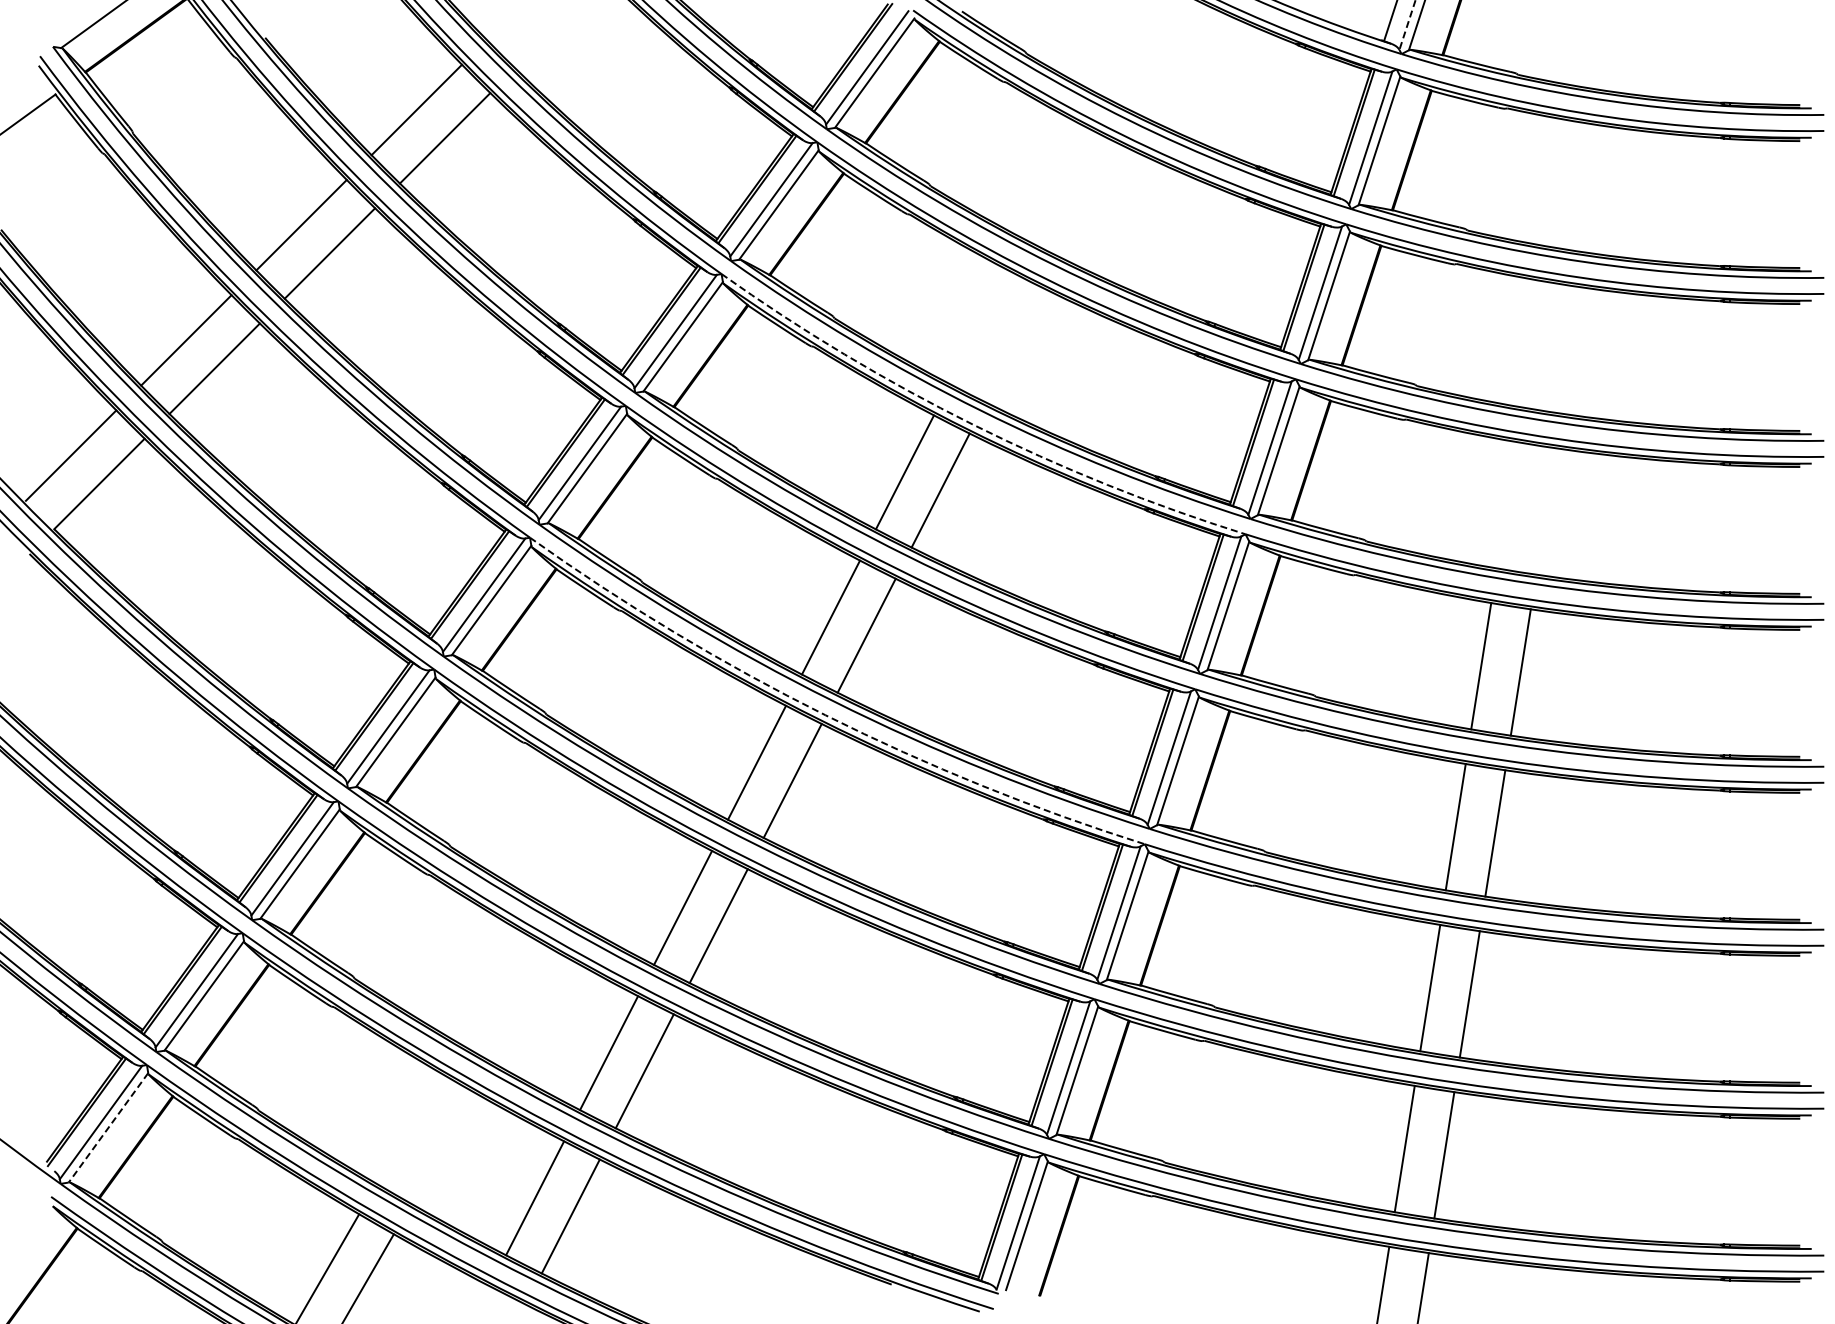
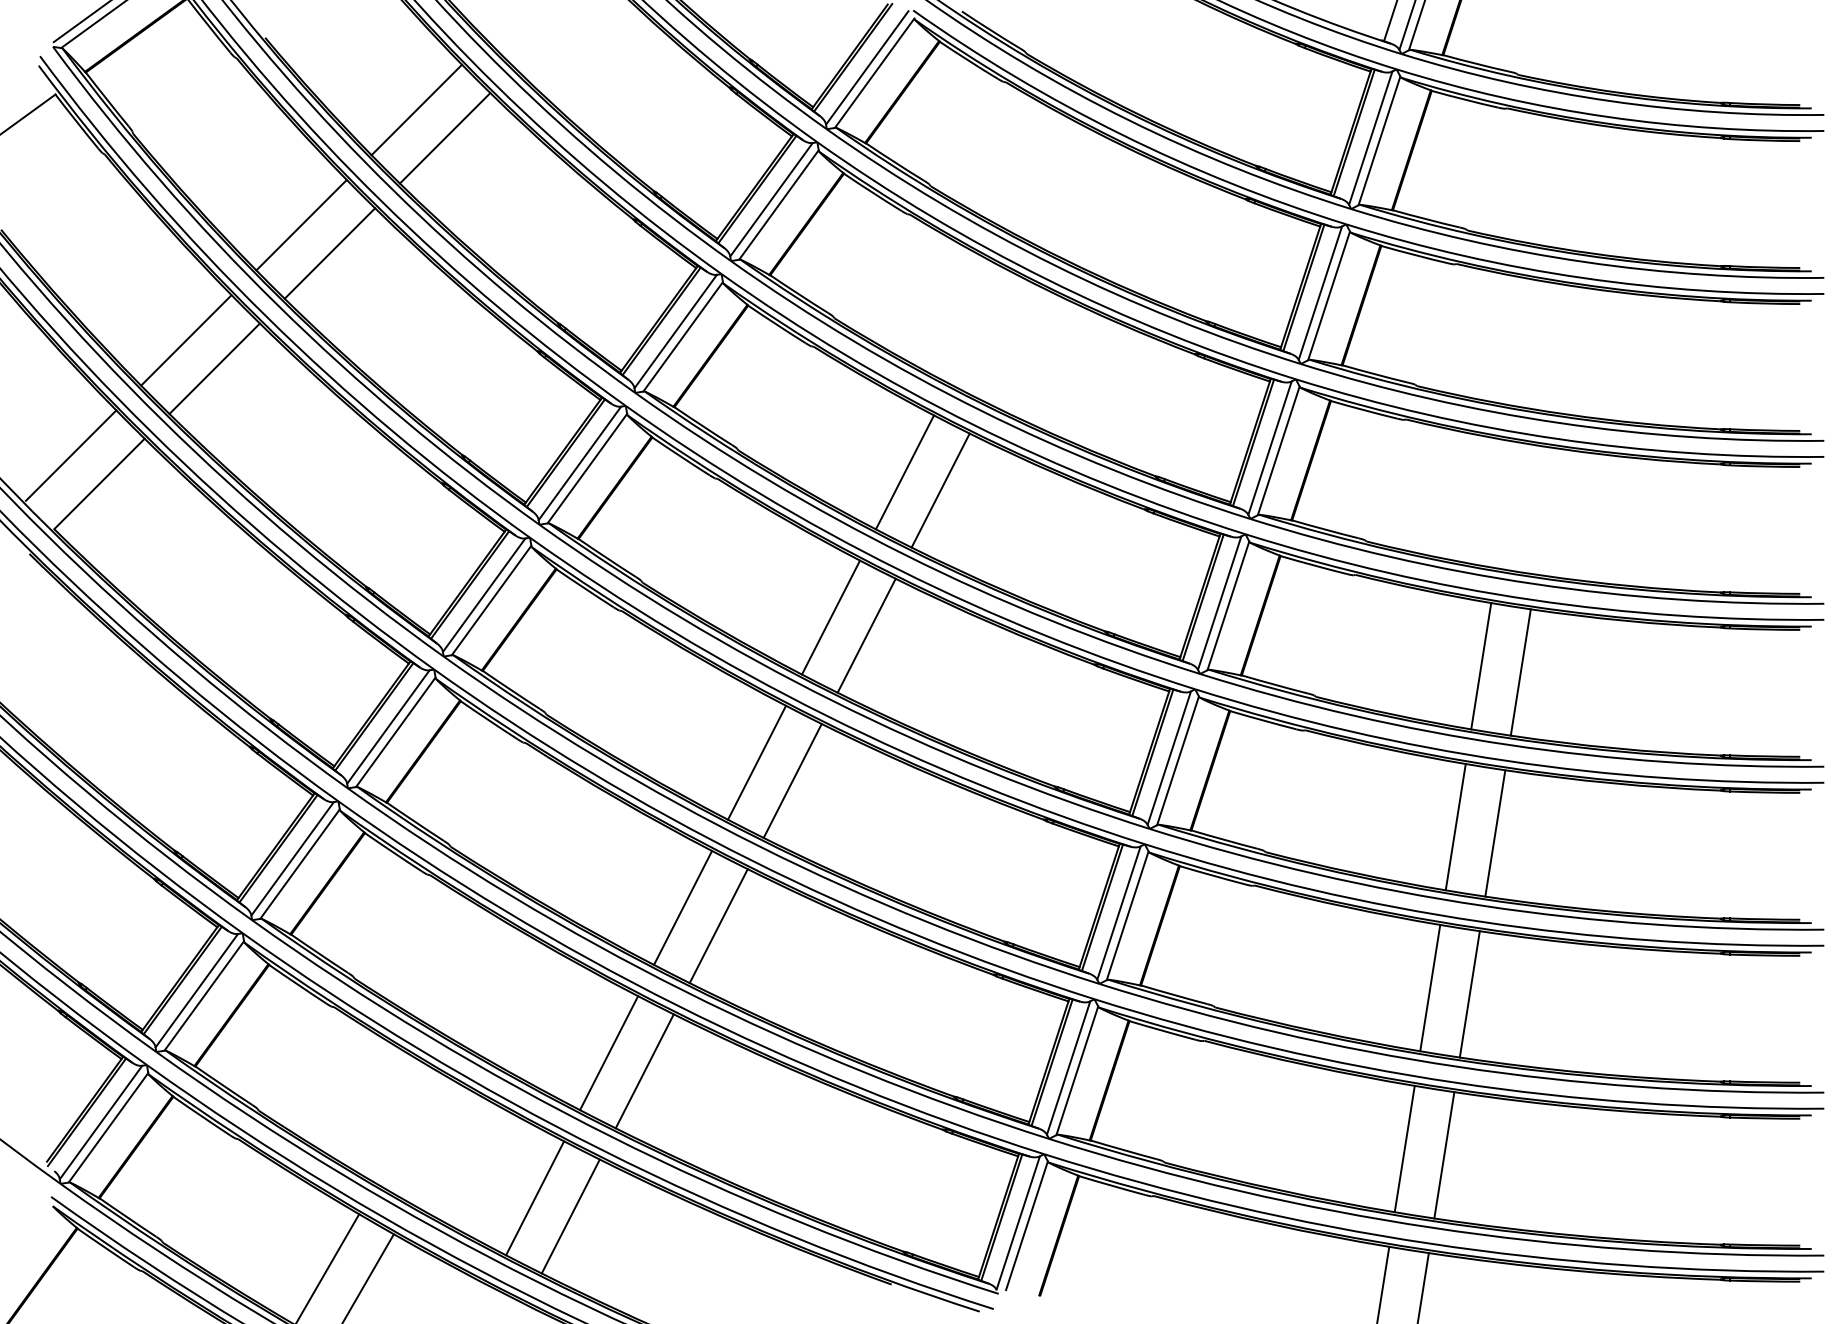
line at (80, 22): none -> present
line at (1407, 25): dashed -> solid
arc at (973, 424): dashed -> solid
arc at (825, 715): dashed -> solid
line at (108, 1127): dashed -> solid
